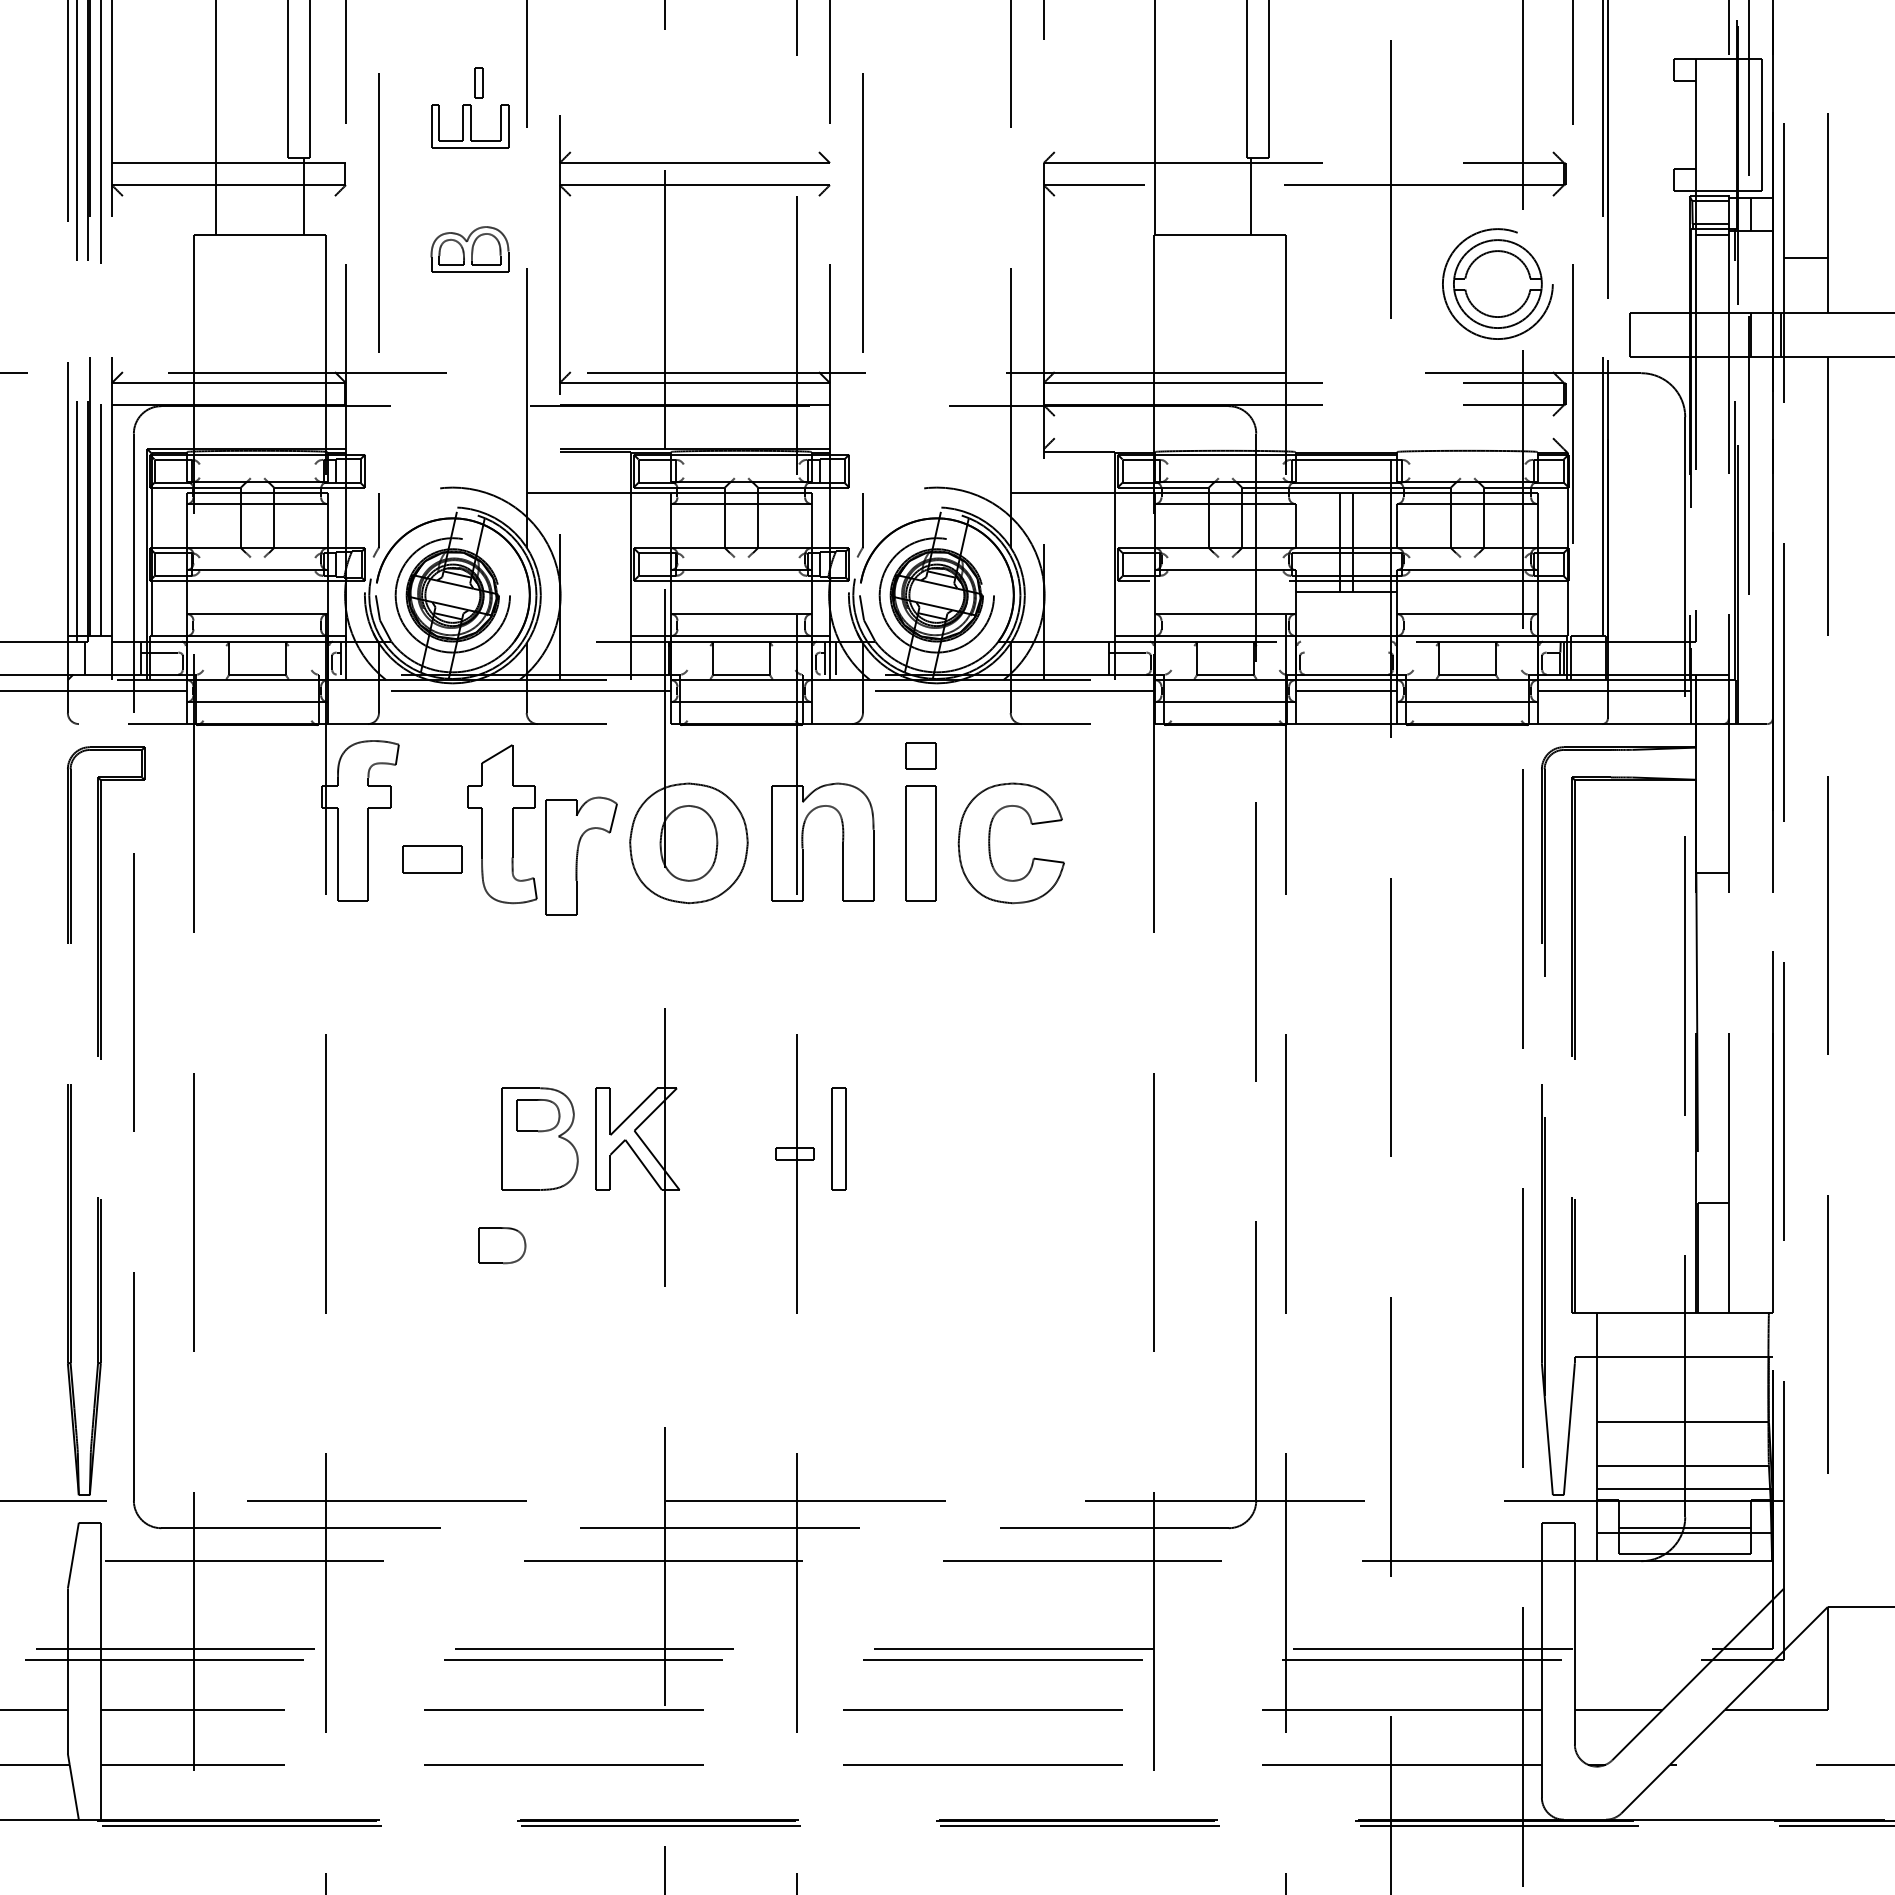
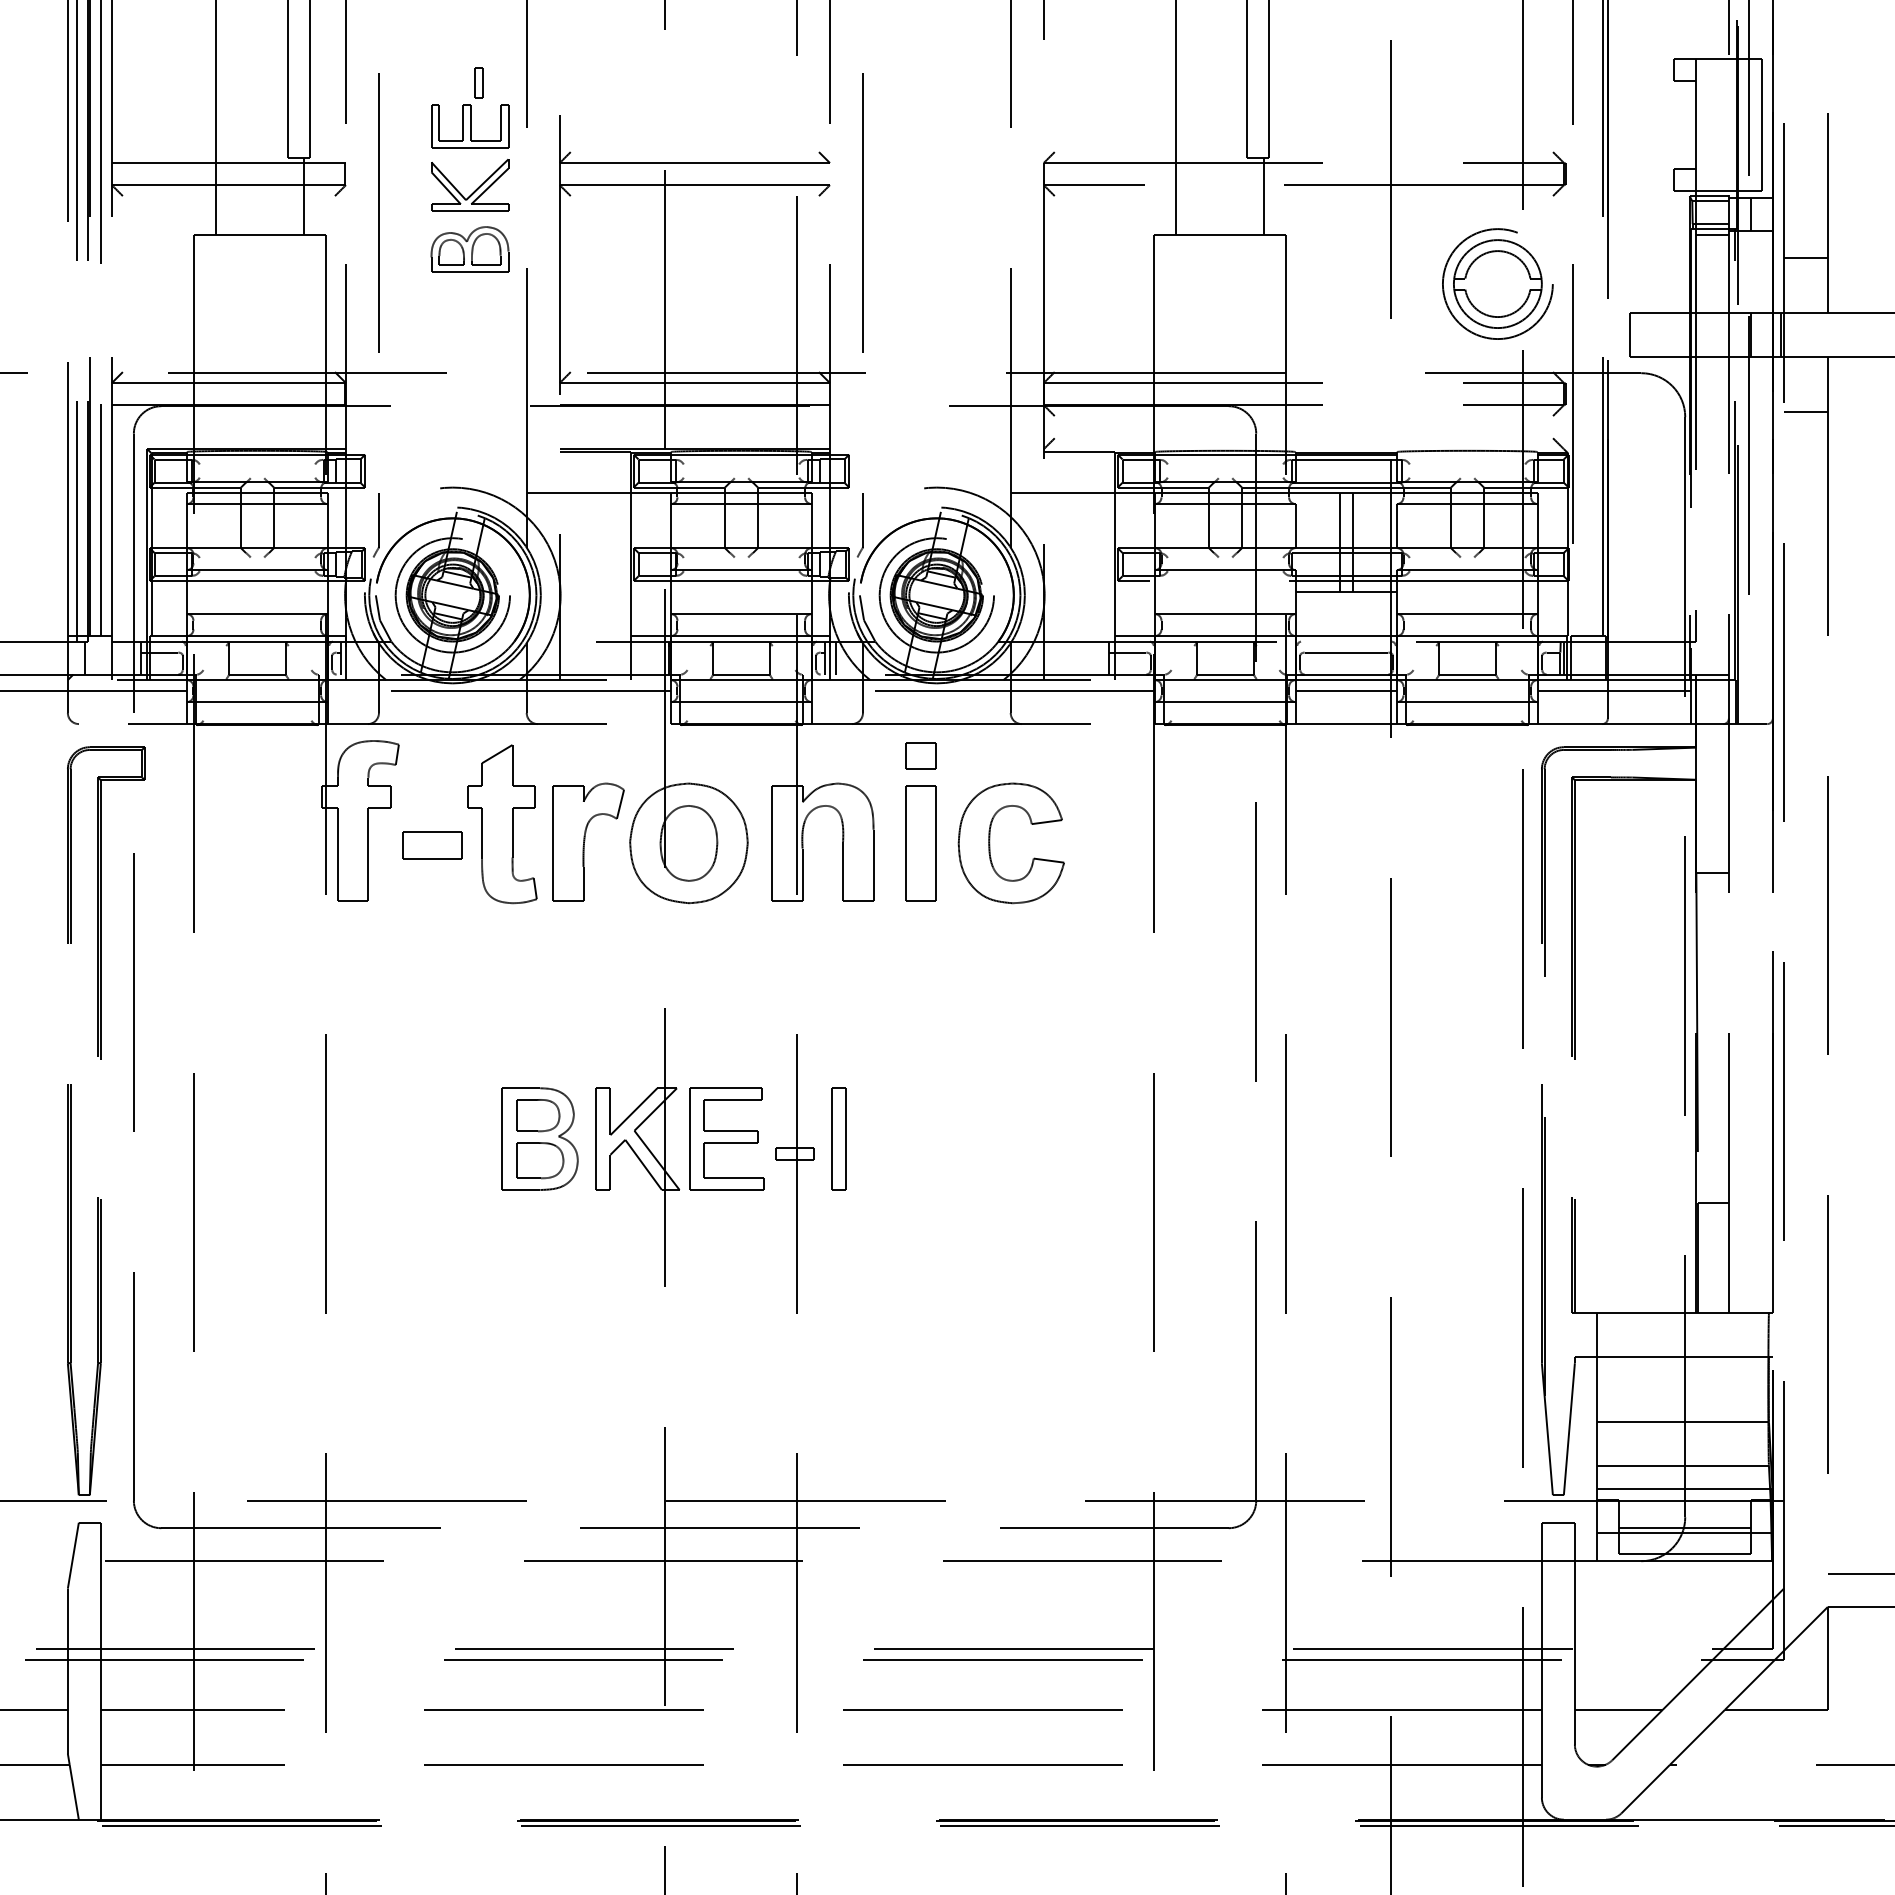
line at (1154, 118) position: (1154, 118) -> (1175, 118)
part at (475, 189): none -> present
line at (1250, 195) position: (1250, 195) -> (1263, 195)
line at (1805, 411): none -> present
line at (1346, 652): none -> present
part at (581, 855) position: (581, 855) -> (588, 841)
part at (432, 859) position: (432, 859) -> (432, 845)
part at (726, 1138): none -> present
part at (502, 1245) position: (502, 1245) -> (540, 1160)
line at (1859, 1573): none -> present
